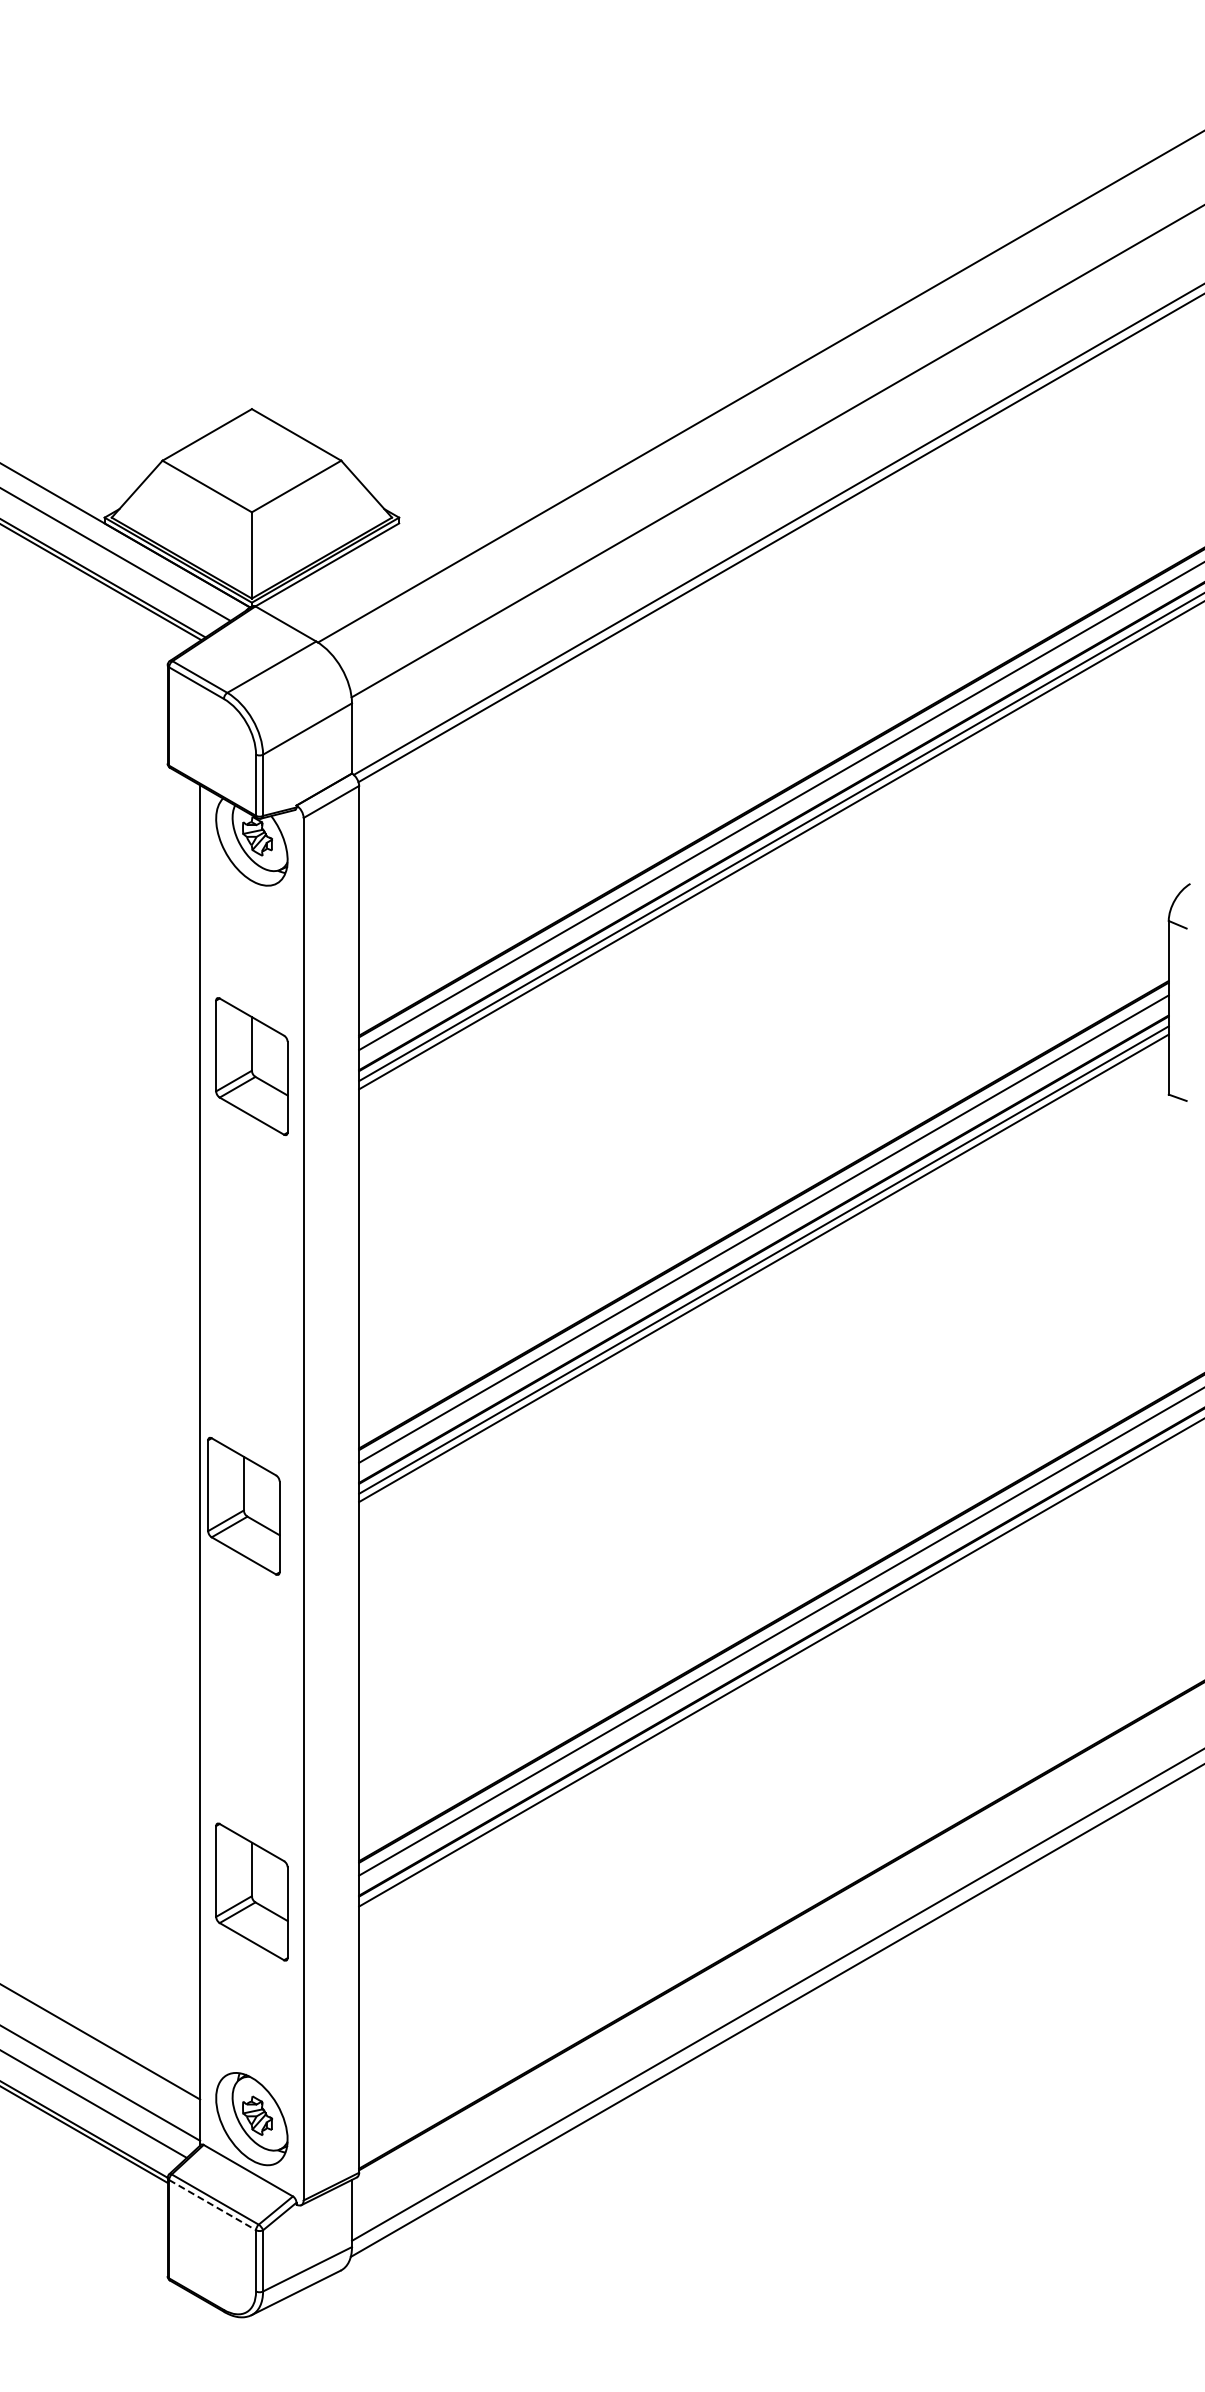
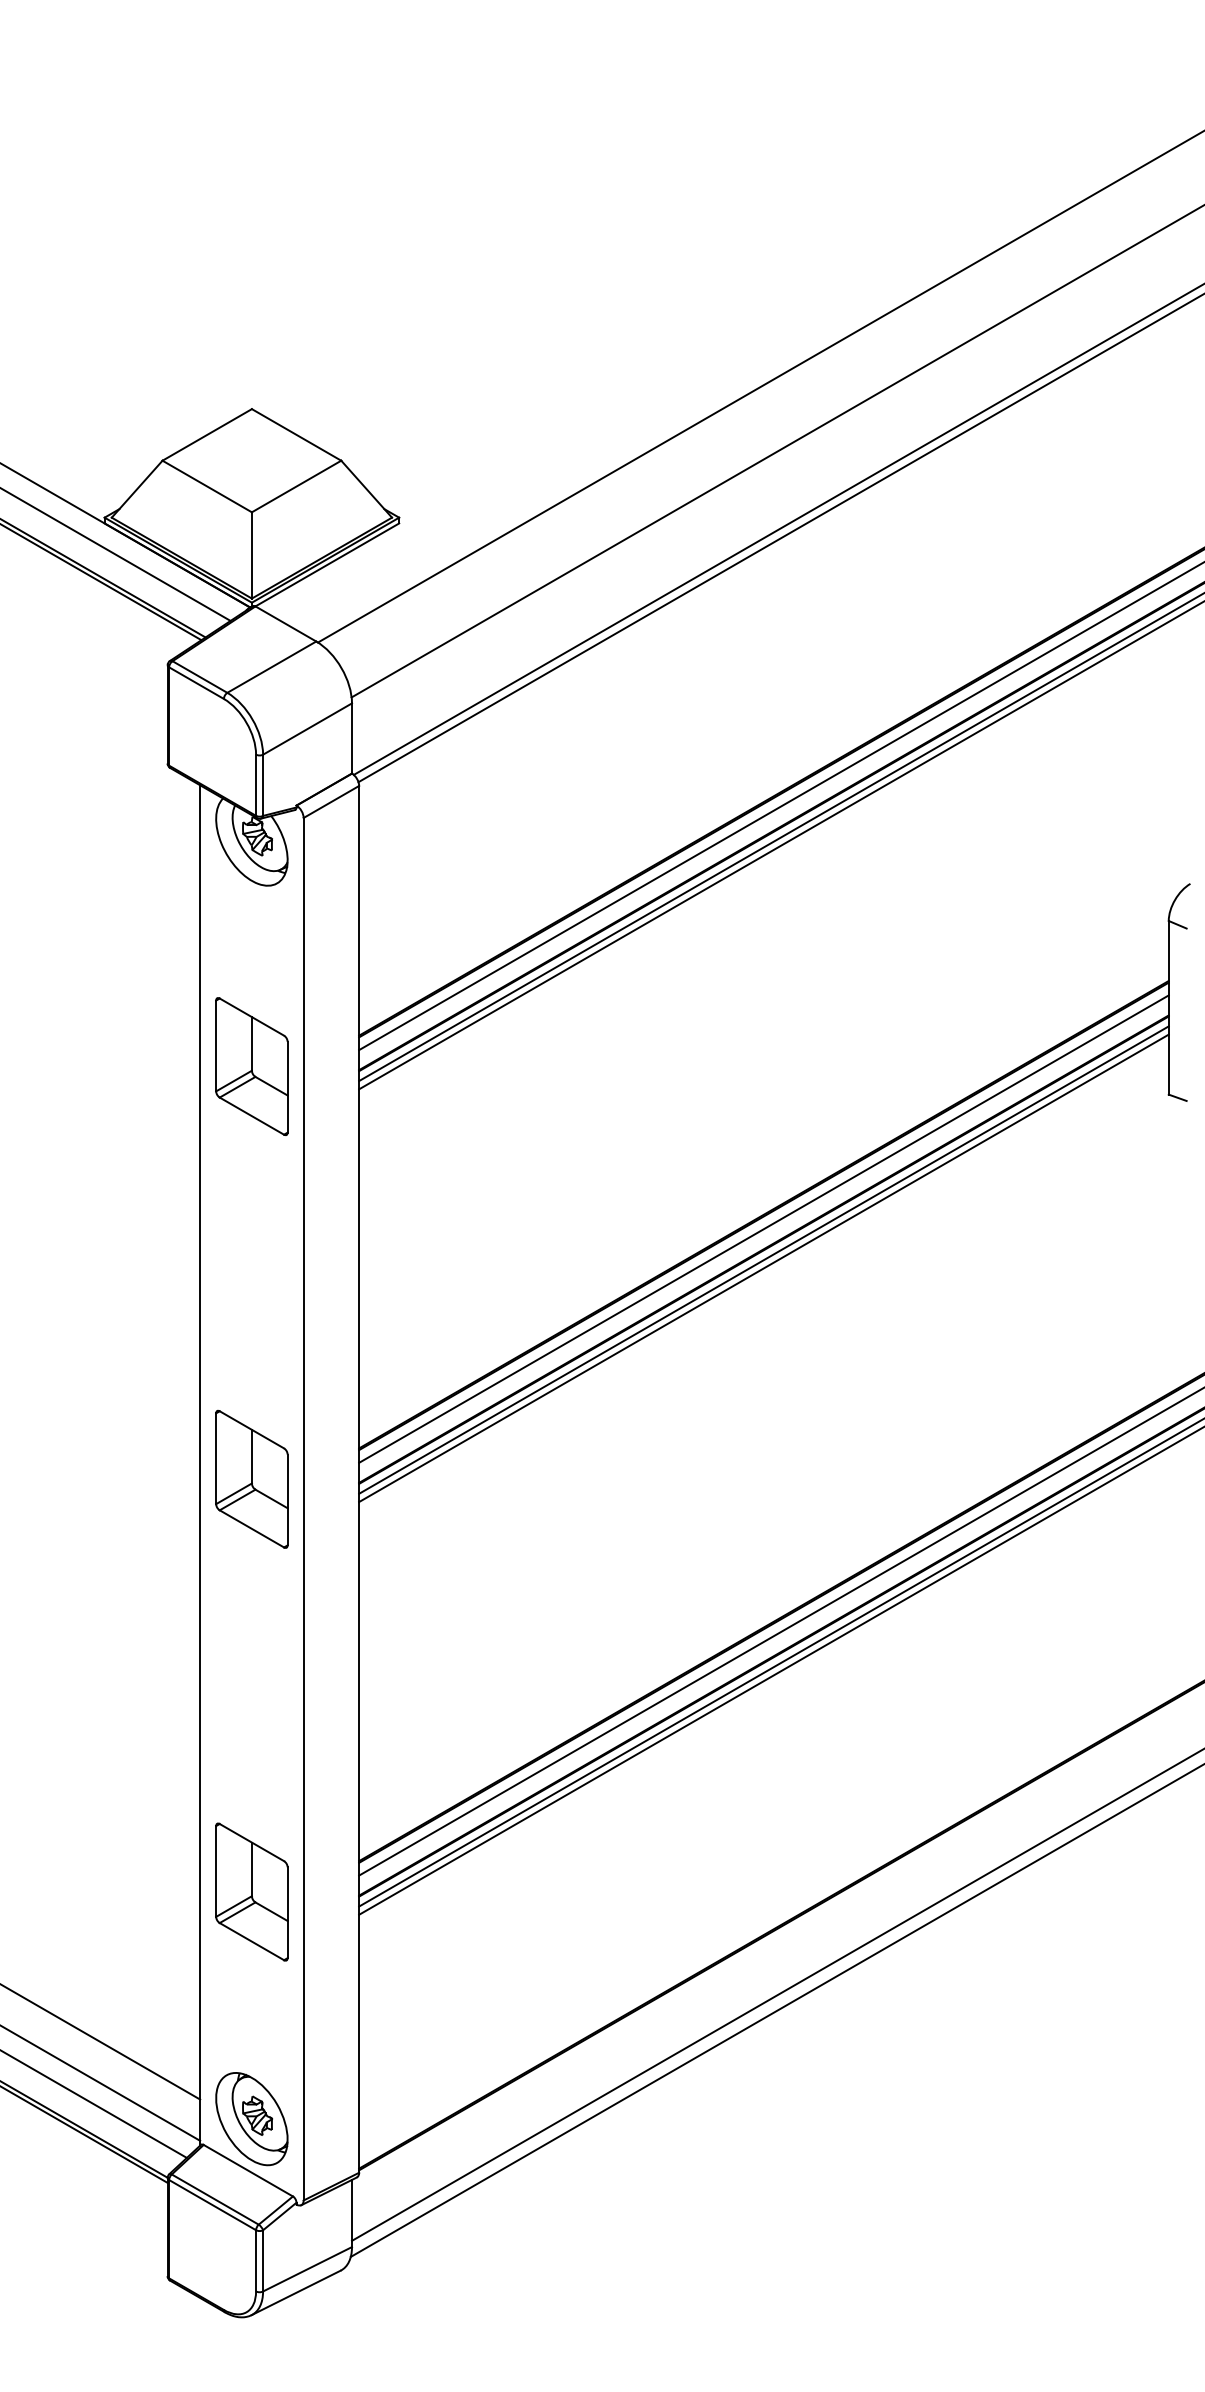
part at (243, 1506) position: (243, 1506) -> (251, 1479)
line at (780, 1671): none -> present
line at (213, 2205): dashed -> solid
